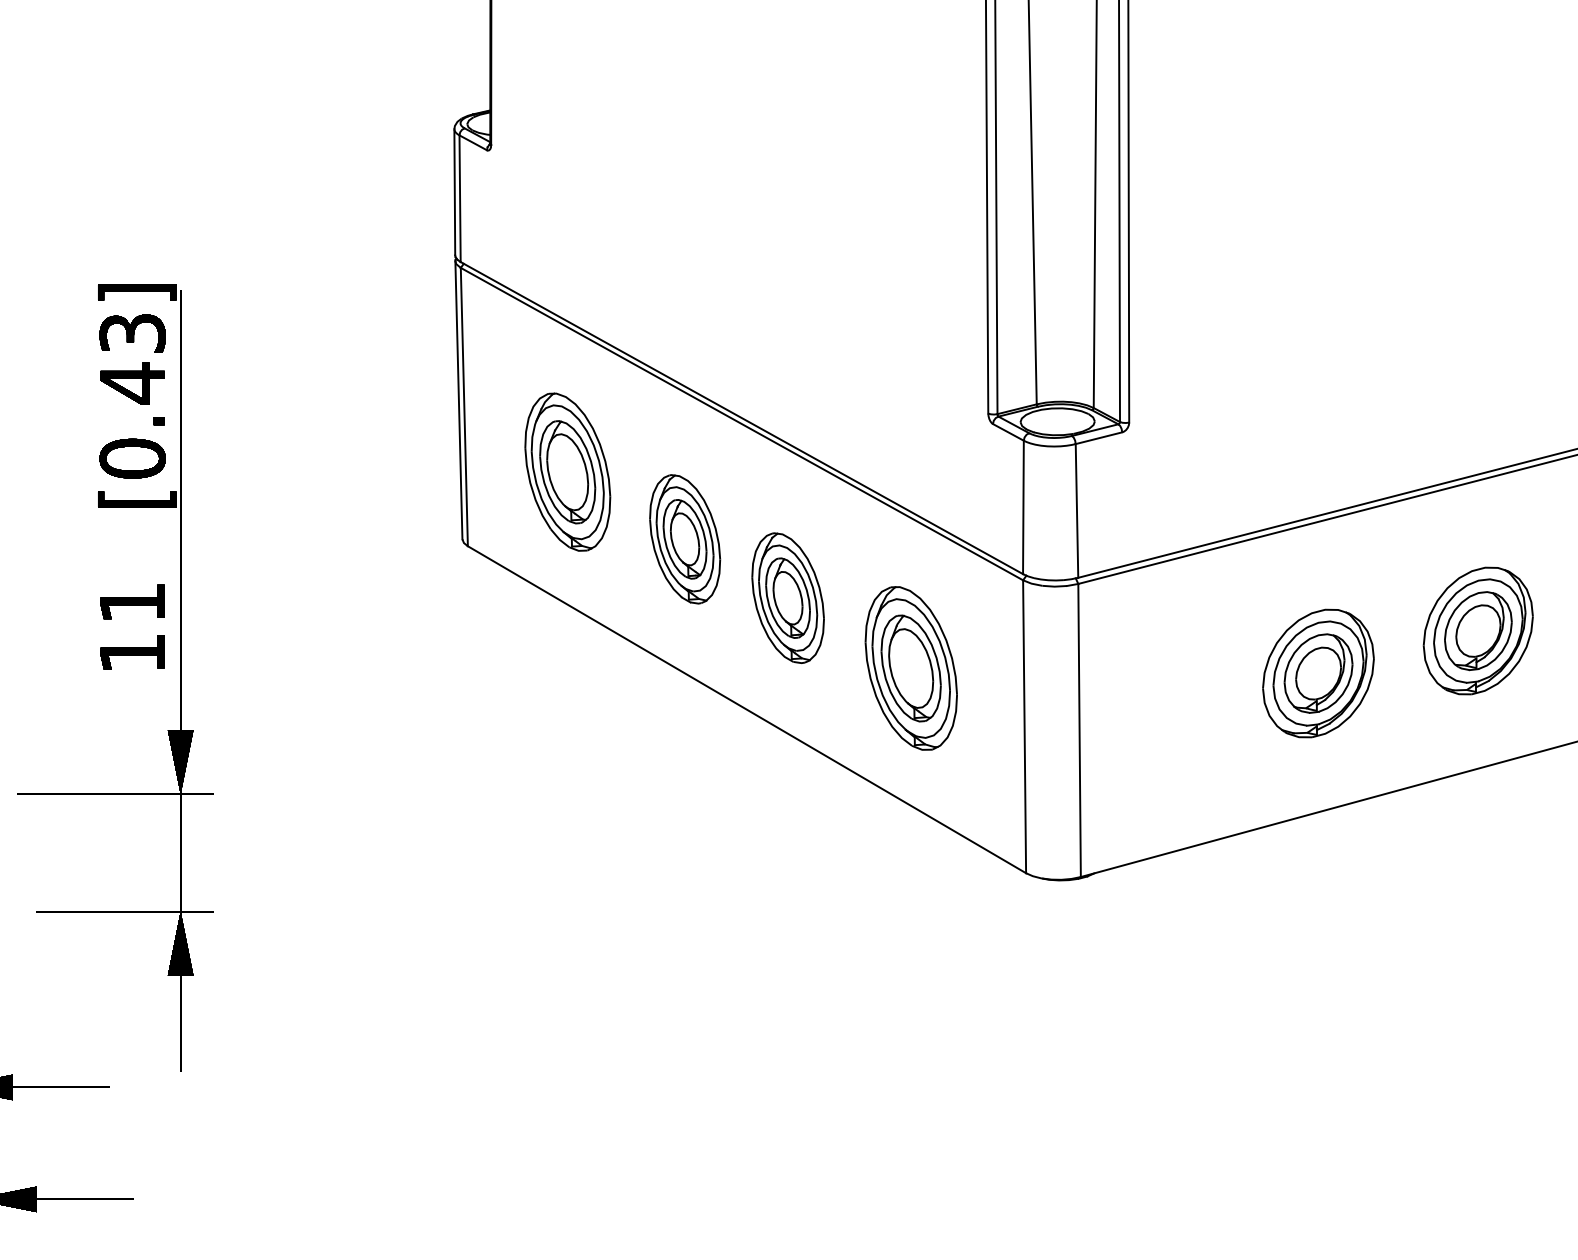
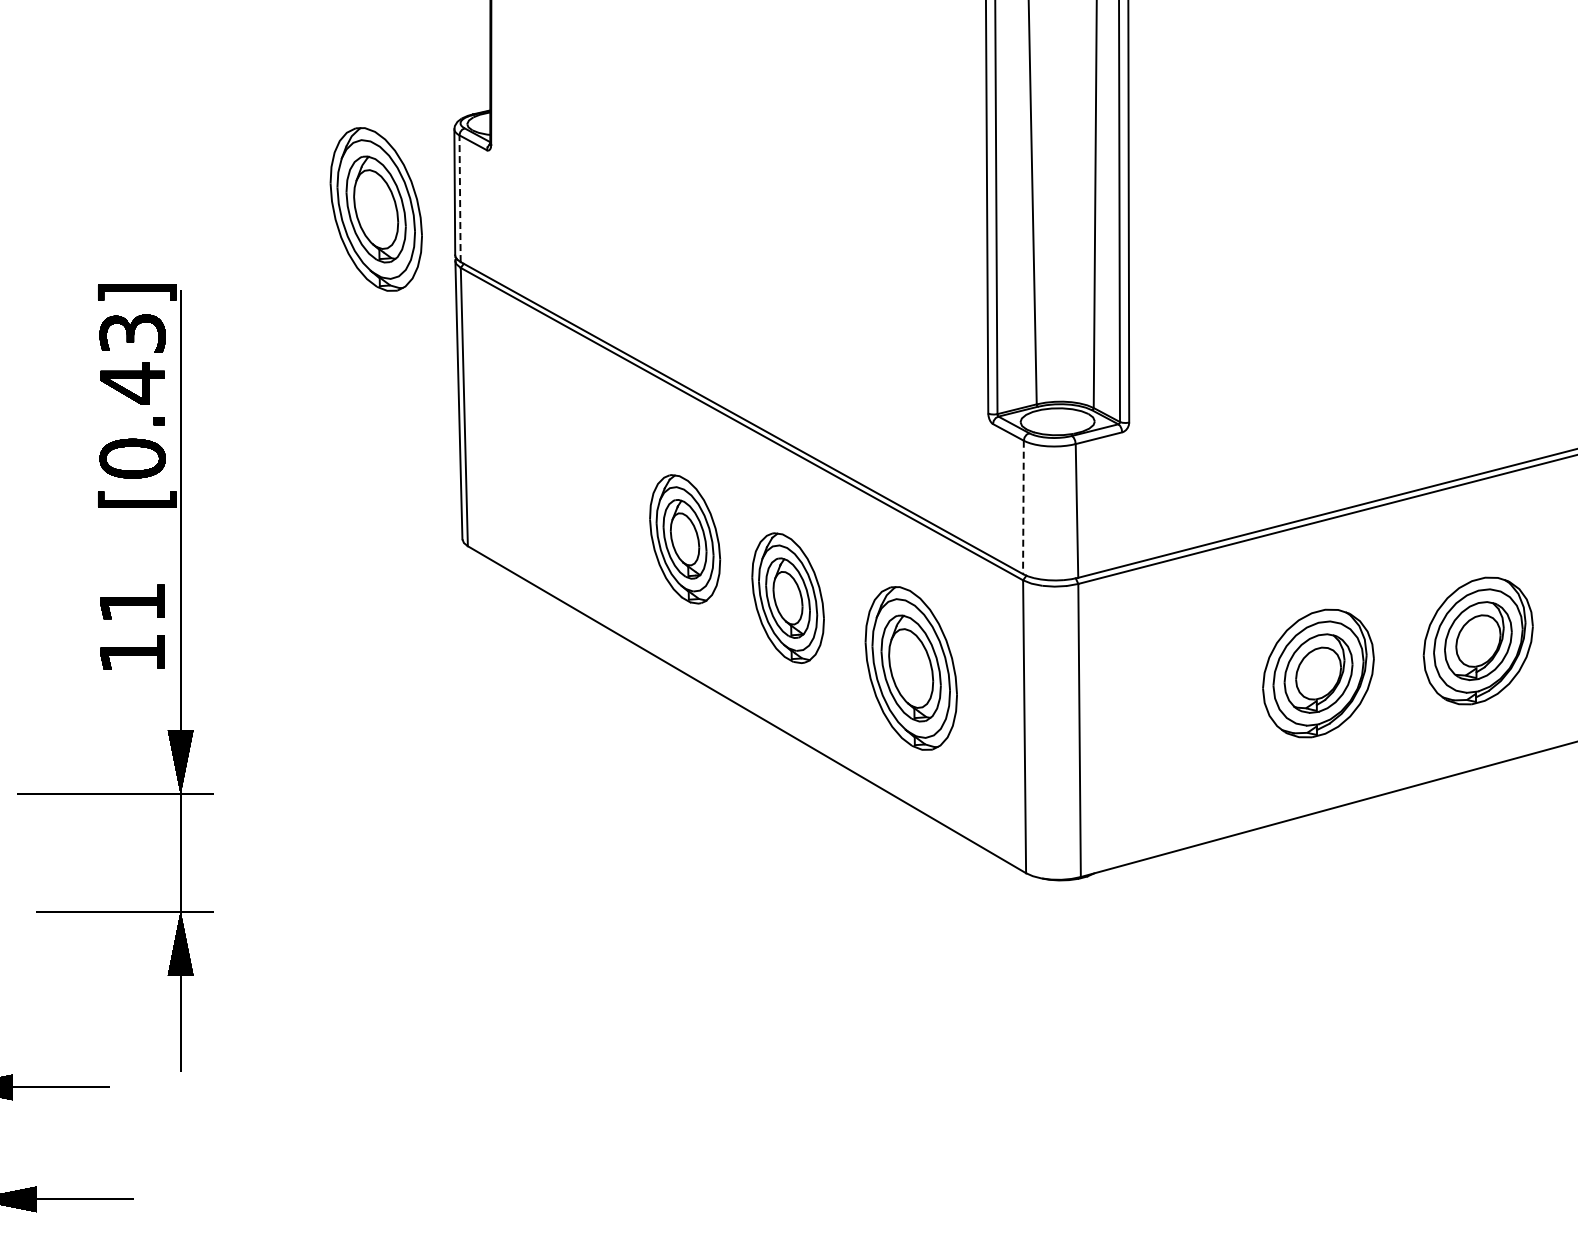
line at (460, 198): solid -> dashed
part at (375, 209): none -> present
part at (567, 471): present -> none
line at (1023, 507): solid -> dashed
part at (1477, 630) position: (1477, 630) -> (1477, 640)
